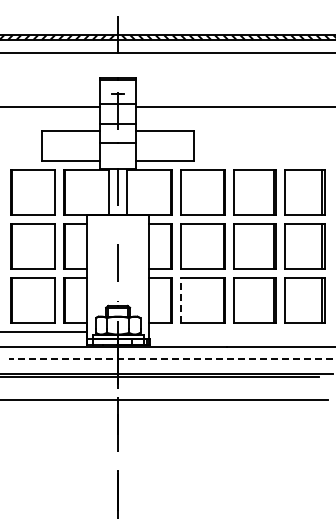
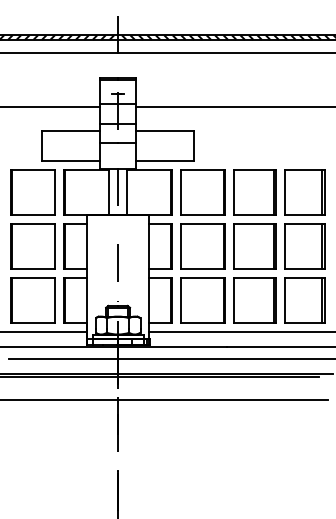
line at (180, 299): dashed -> solid
line at (240, 331): none -> present
line at (171, 358): dashed -> solid
